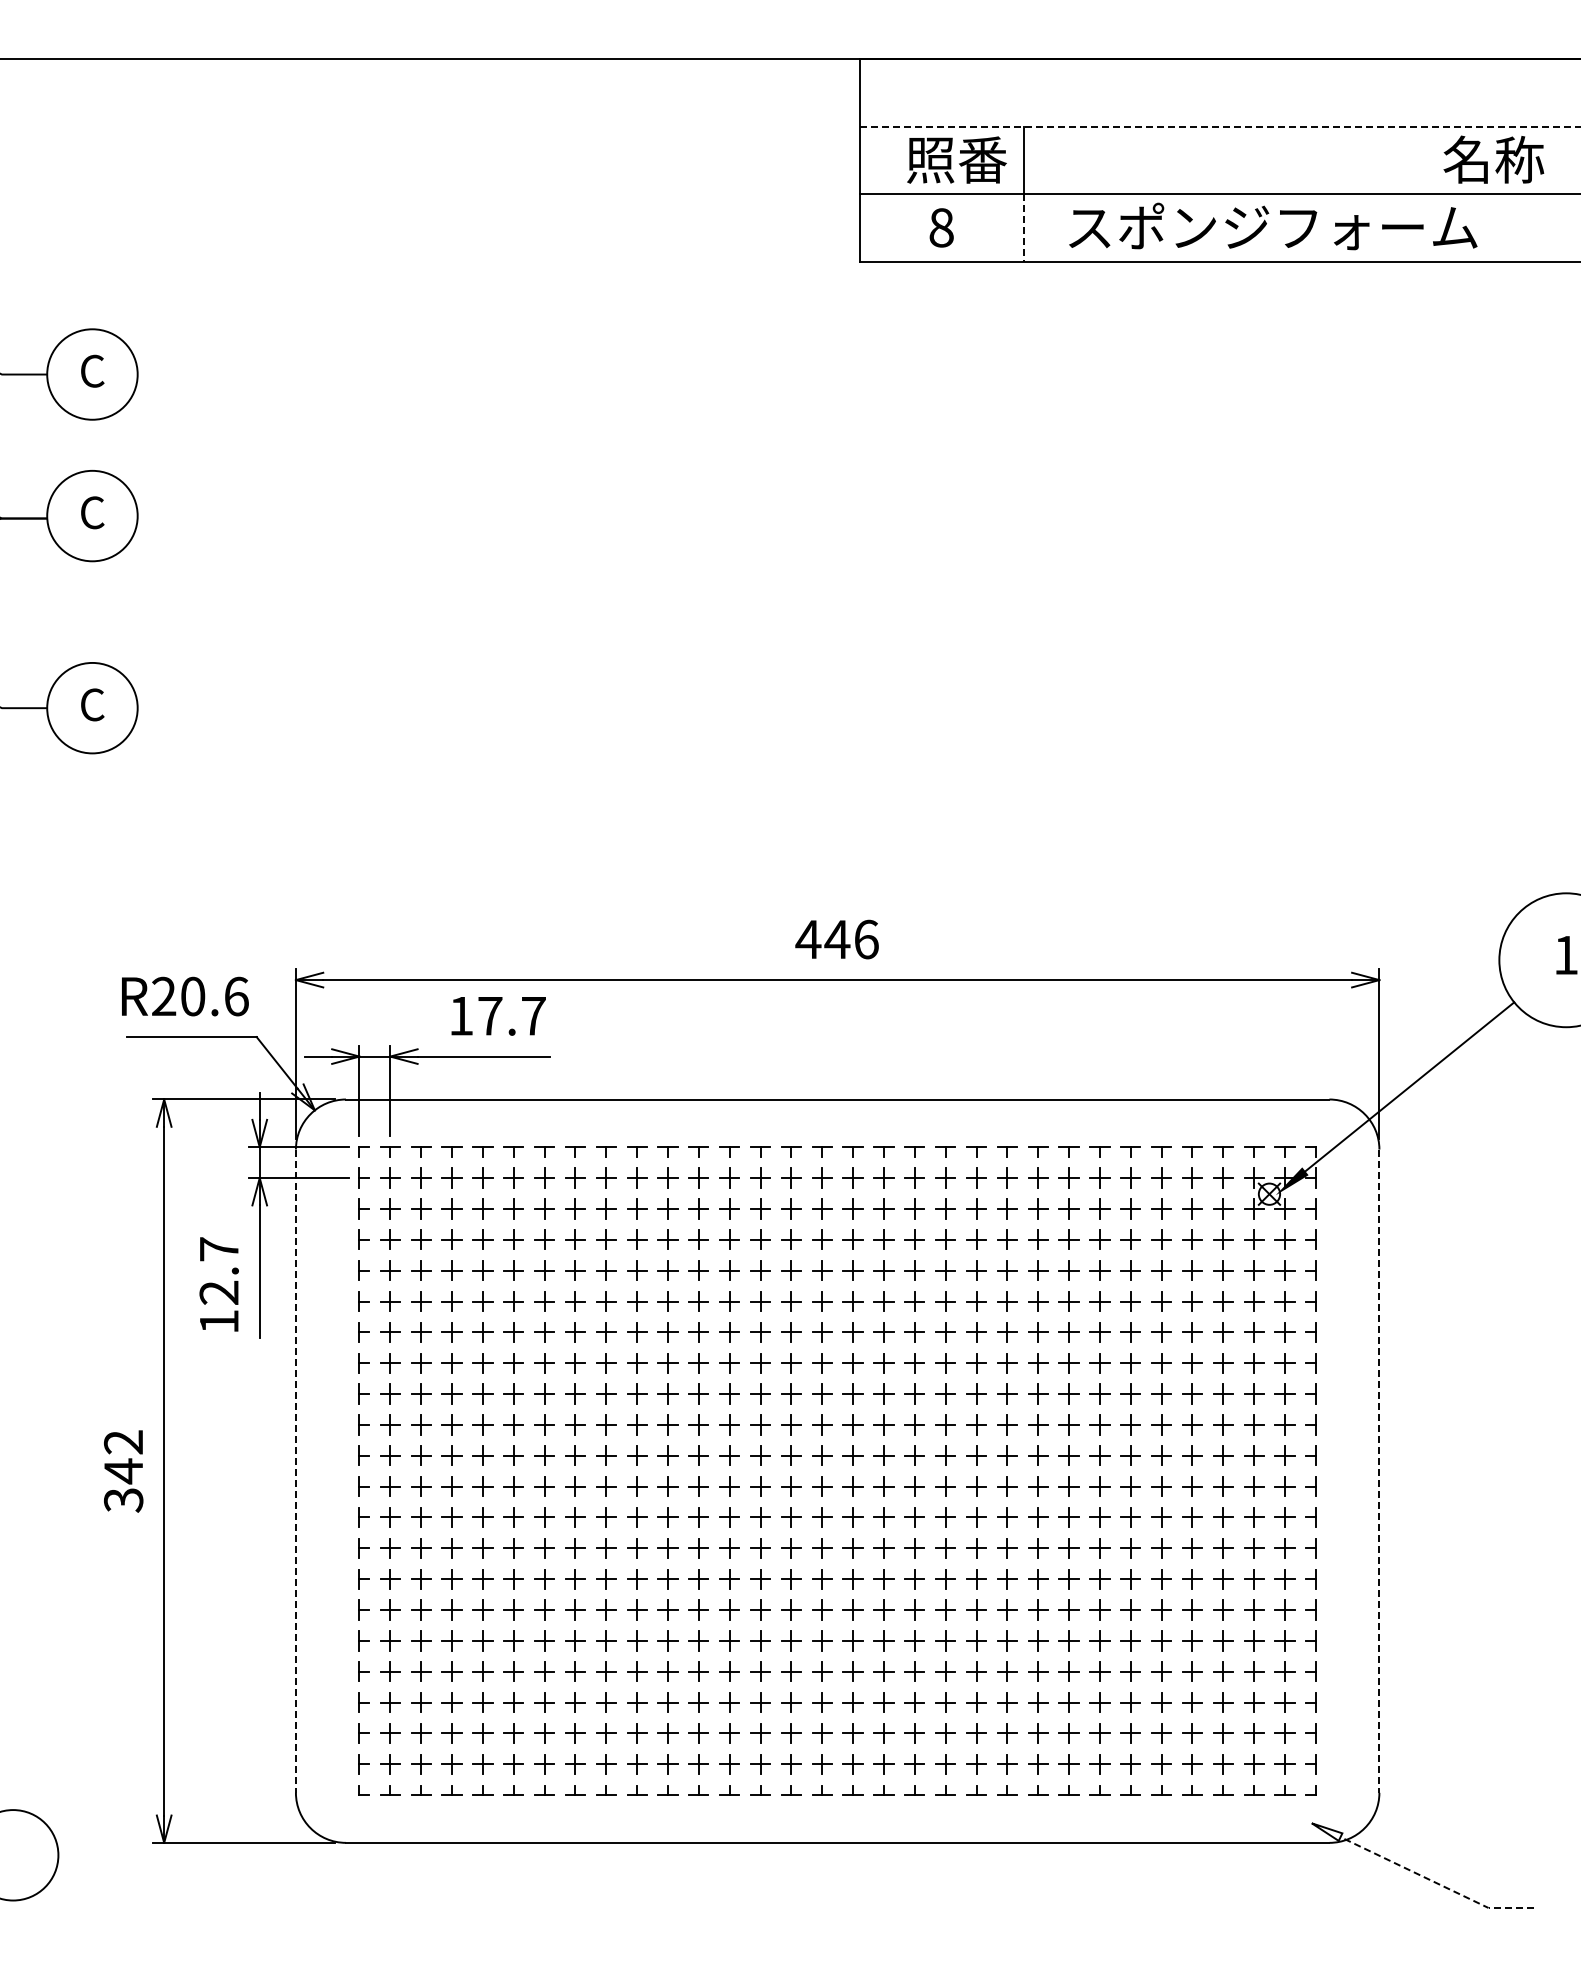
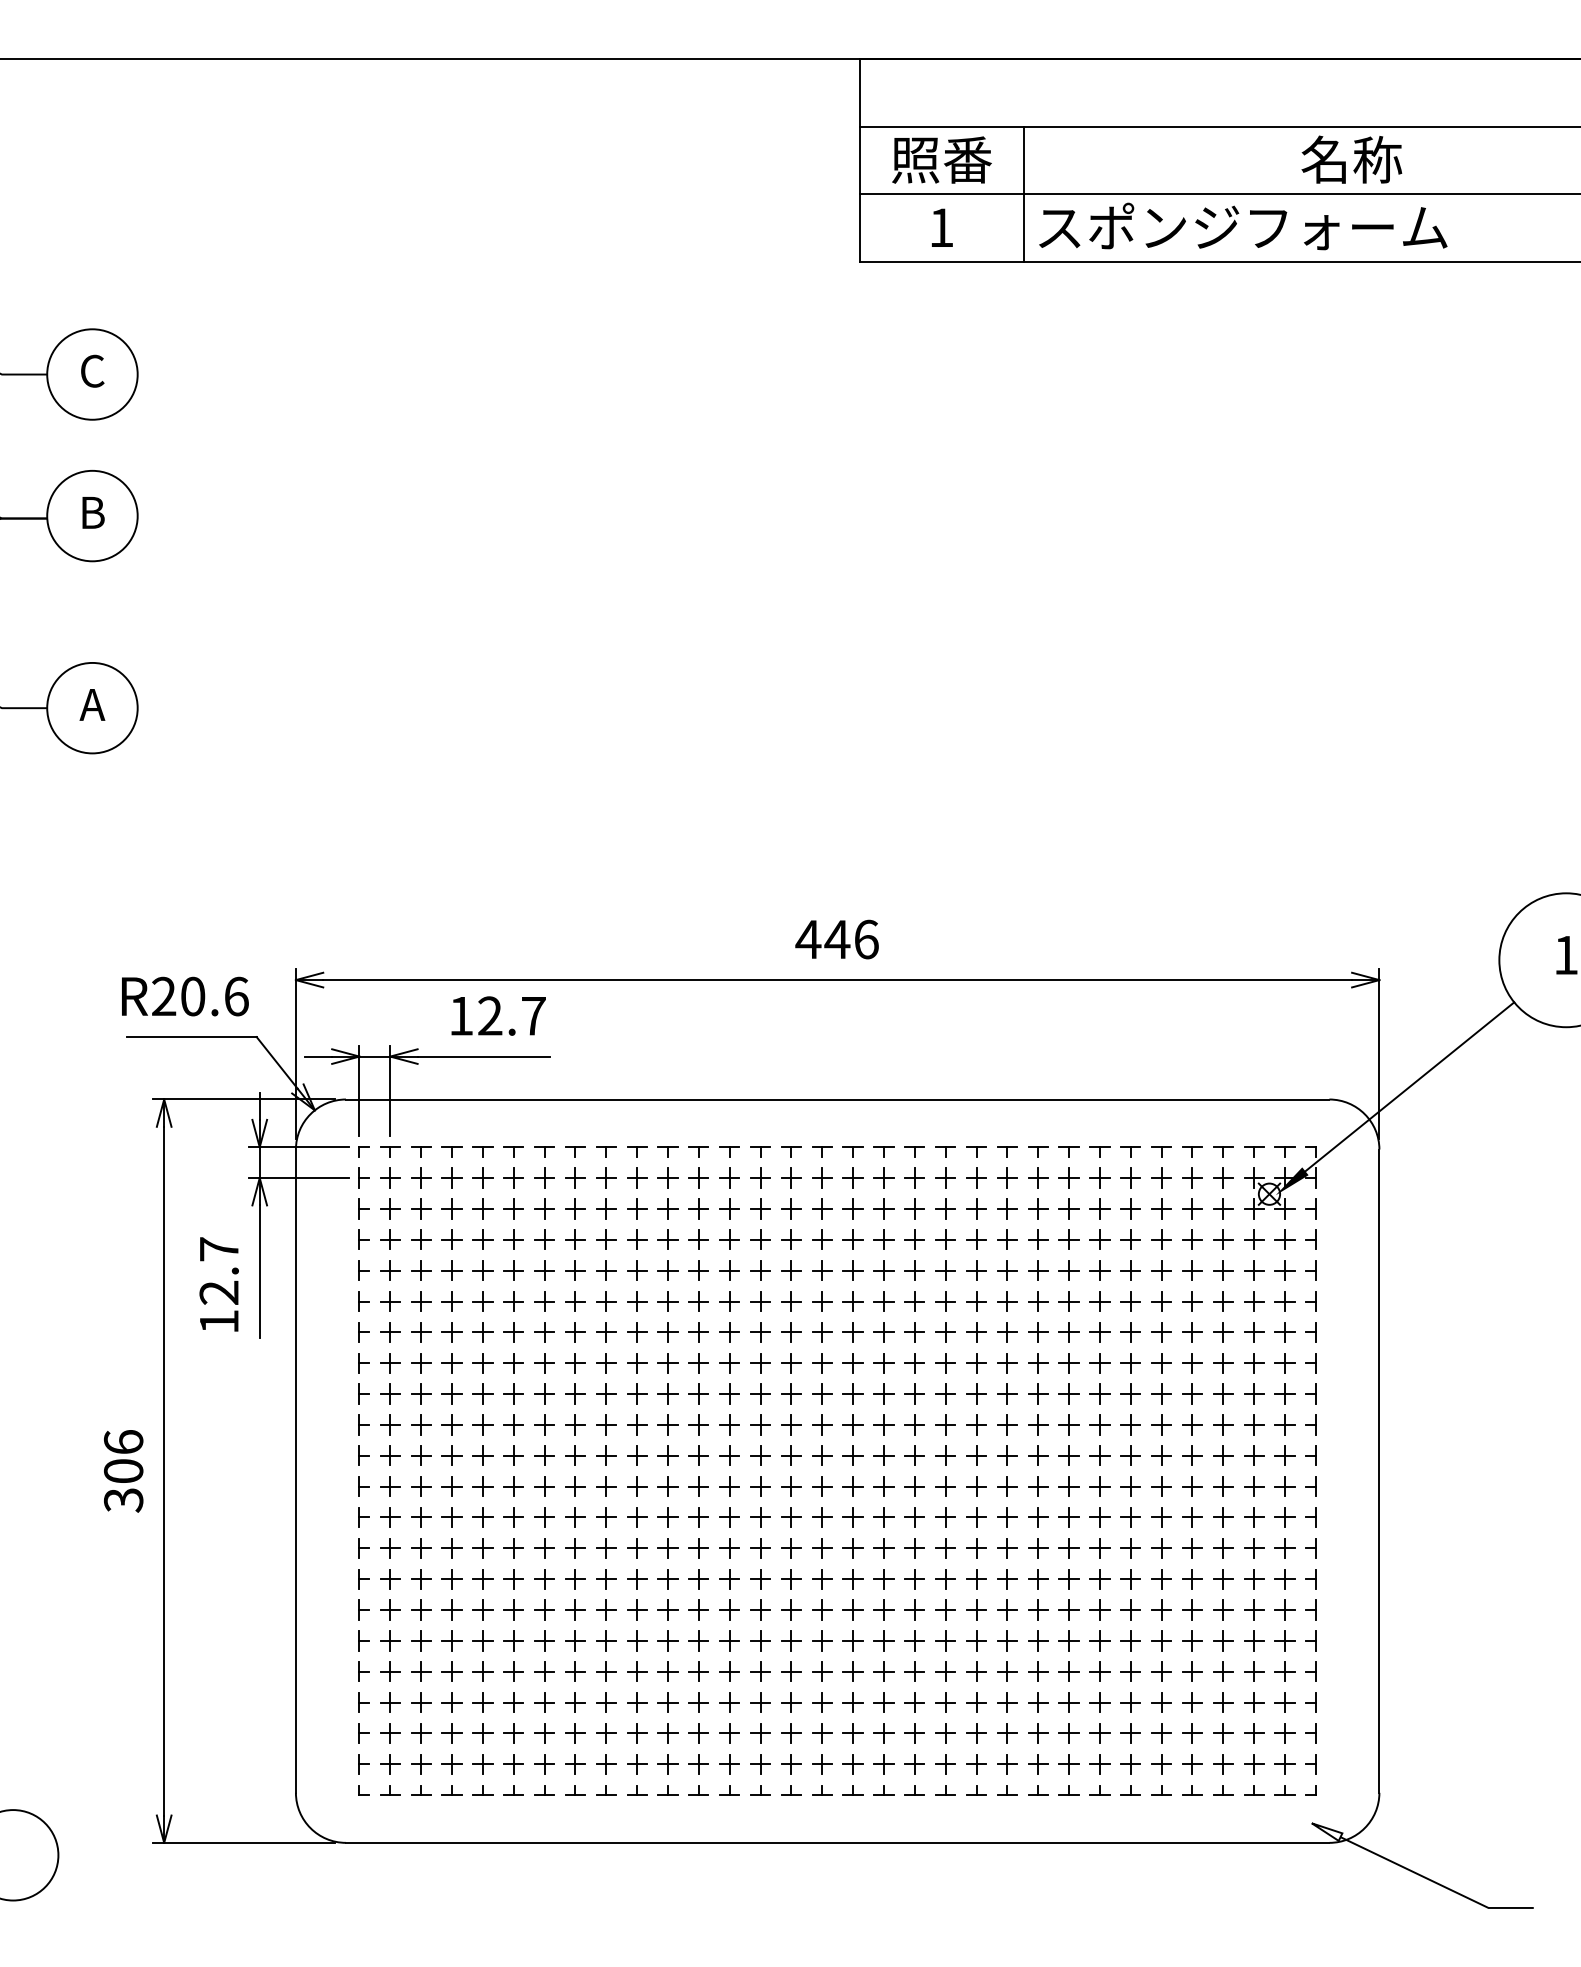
line at (1220, 126): dashed -> solid
text at (956, 159) position: (956, 159) -> (941, 159)
text at (1493, 159) position: (1493, 159) -> (1351, 159)
text at (1273, 226) position: (1273, 226) -> (1243, 226)
text at (941, 227): 8 -> 1
line at (1023, 227): dashed -> solid
text at (92, 512): C -> B
text at (92, 704): C -> A
text at (490, 1015): 17.7 -> 12.7
text at (123, 1457): 342 -> 306
line at (295, 1471): dashed -> solid
line at (1379, 1471): dashed -> solid
line at (1435, 1882): dashed -> solid
